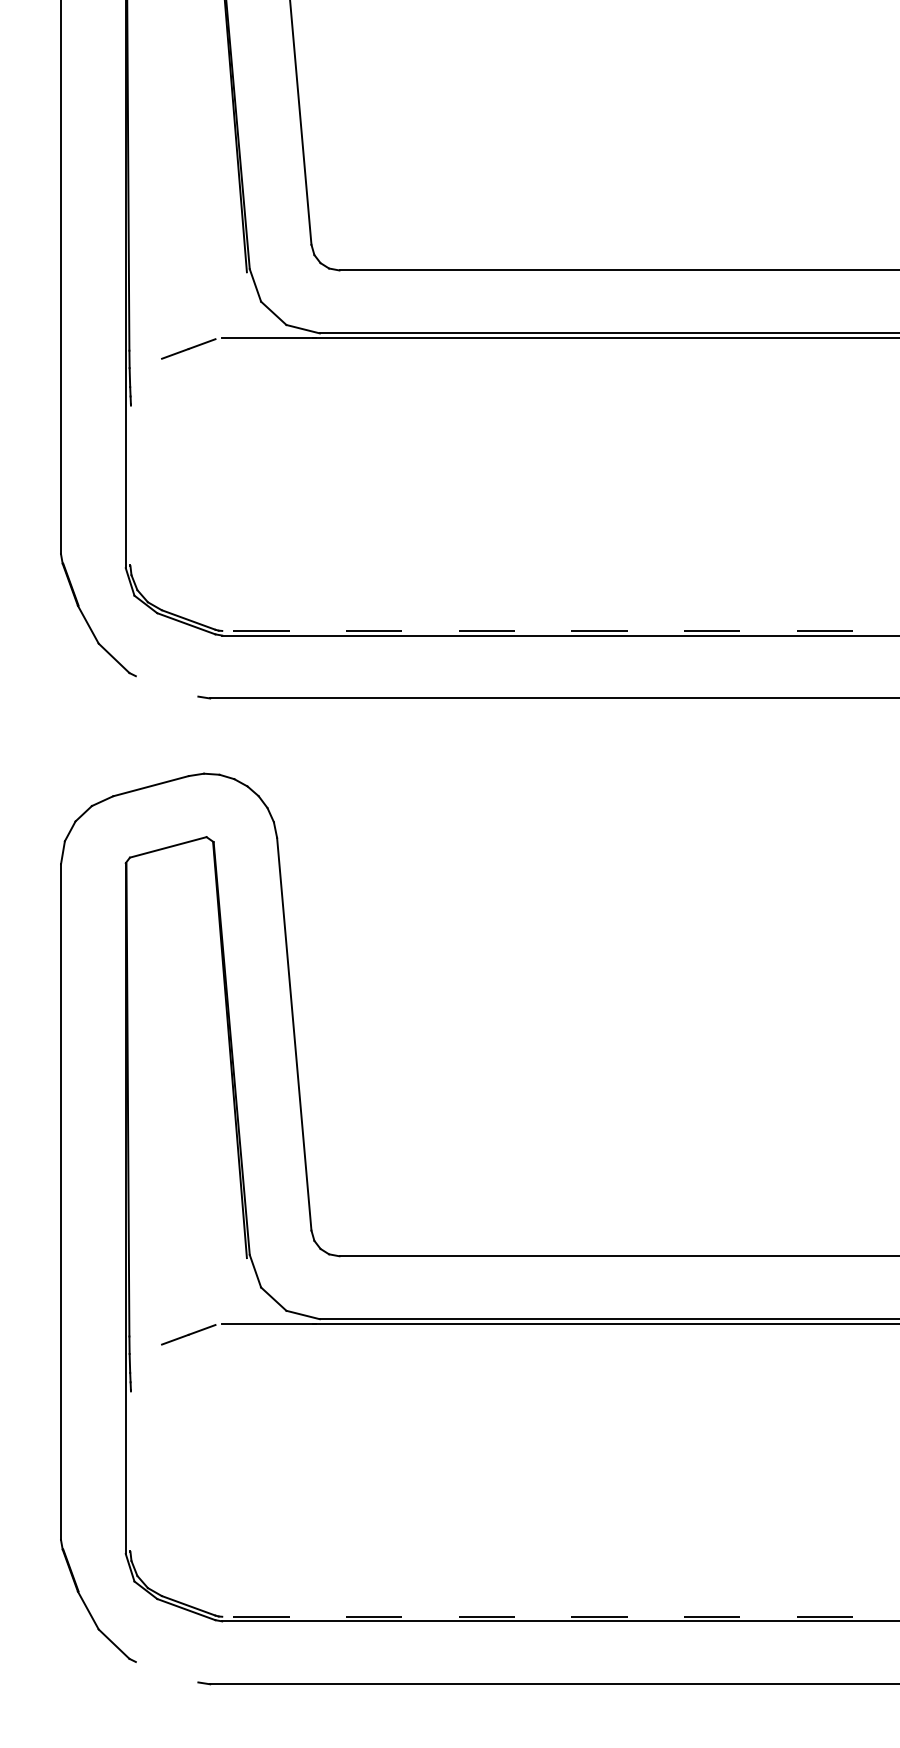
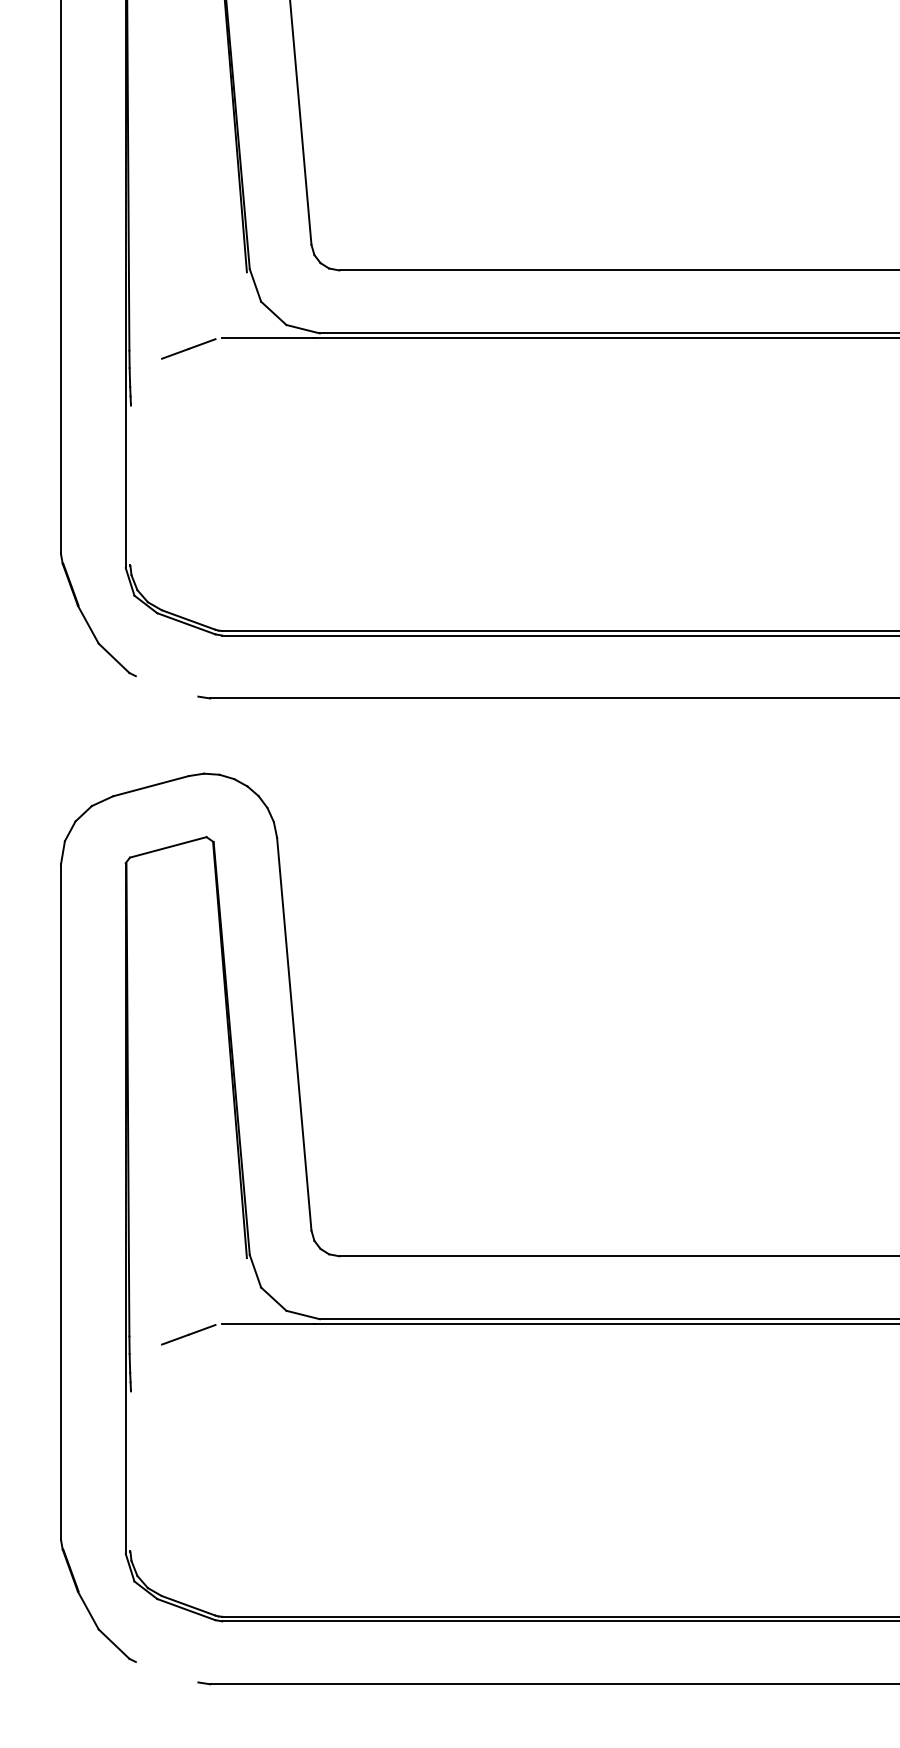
line at (561, 630): dashed -> solid
line at (561, 1616): dashed -> solid
